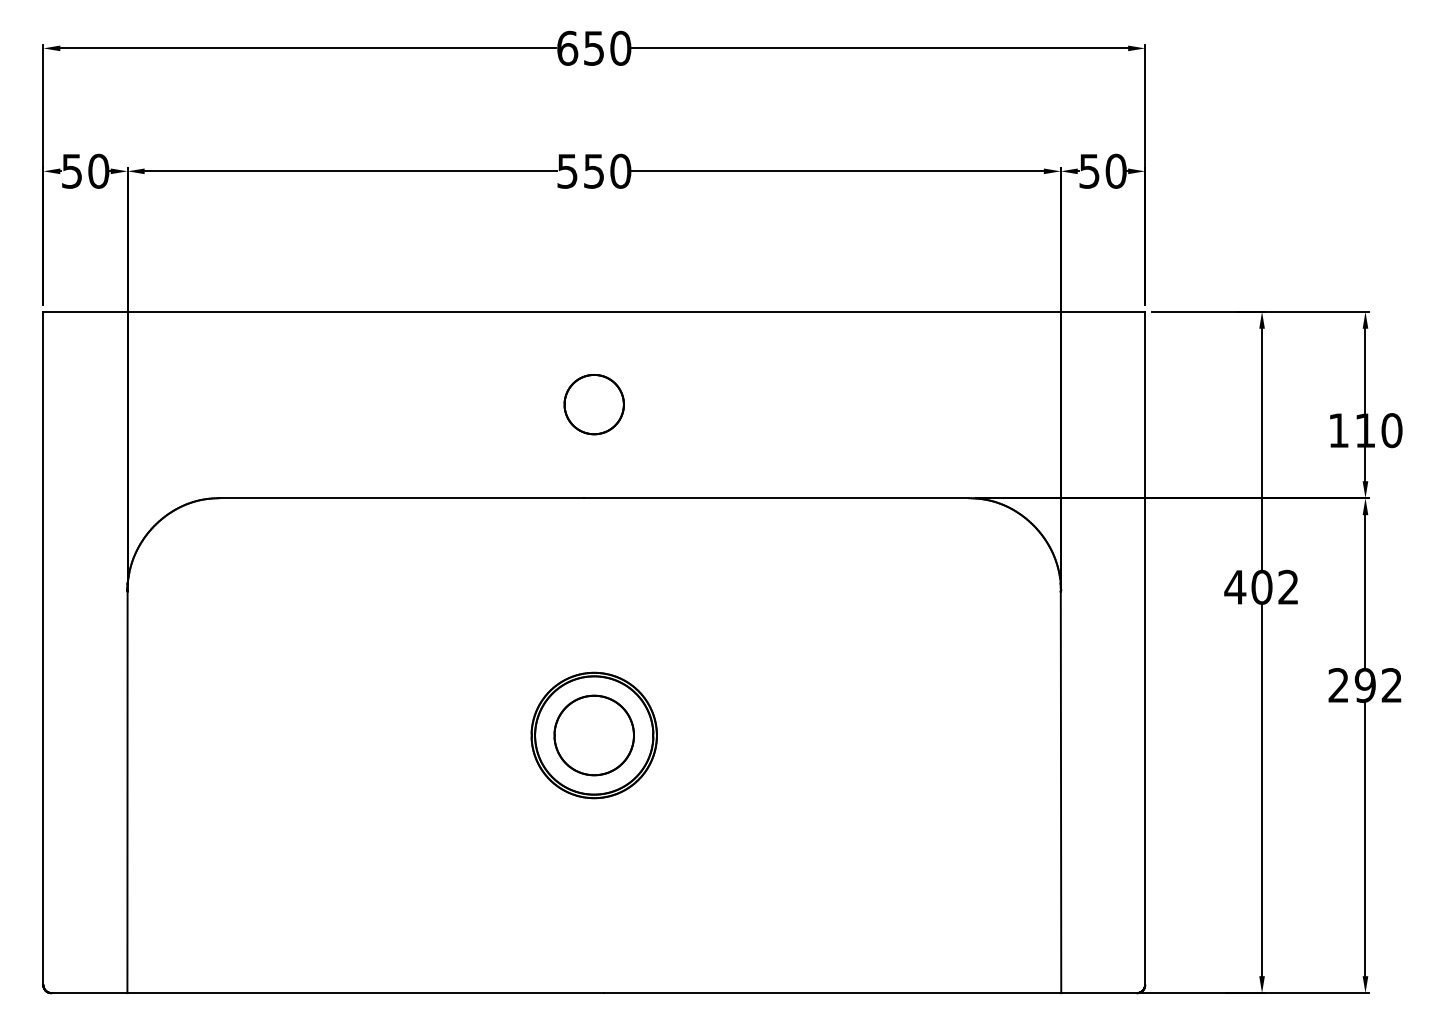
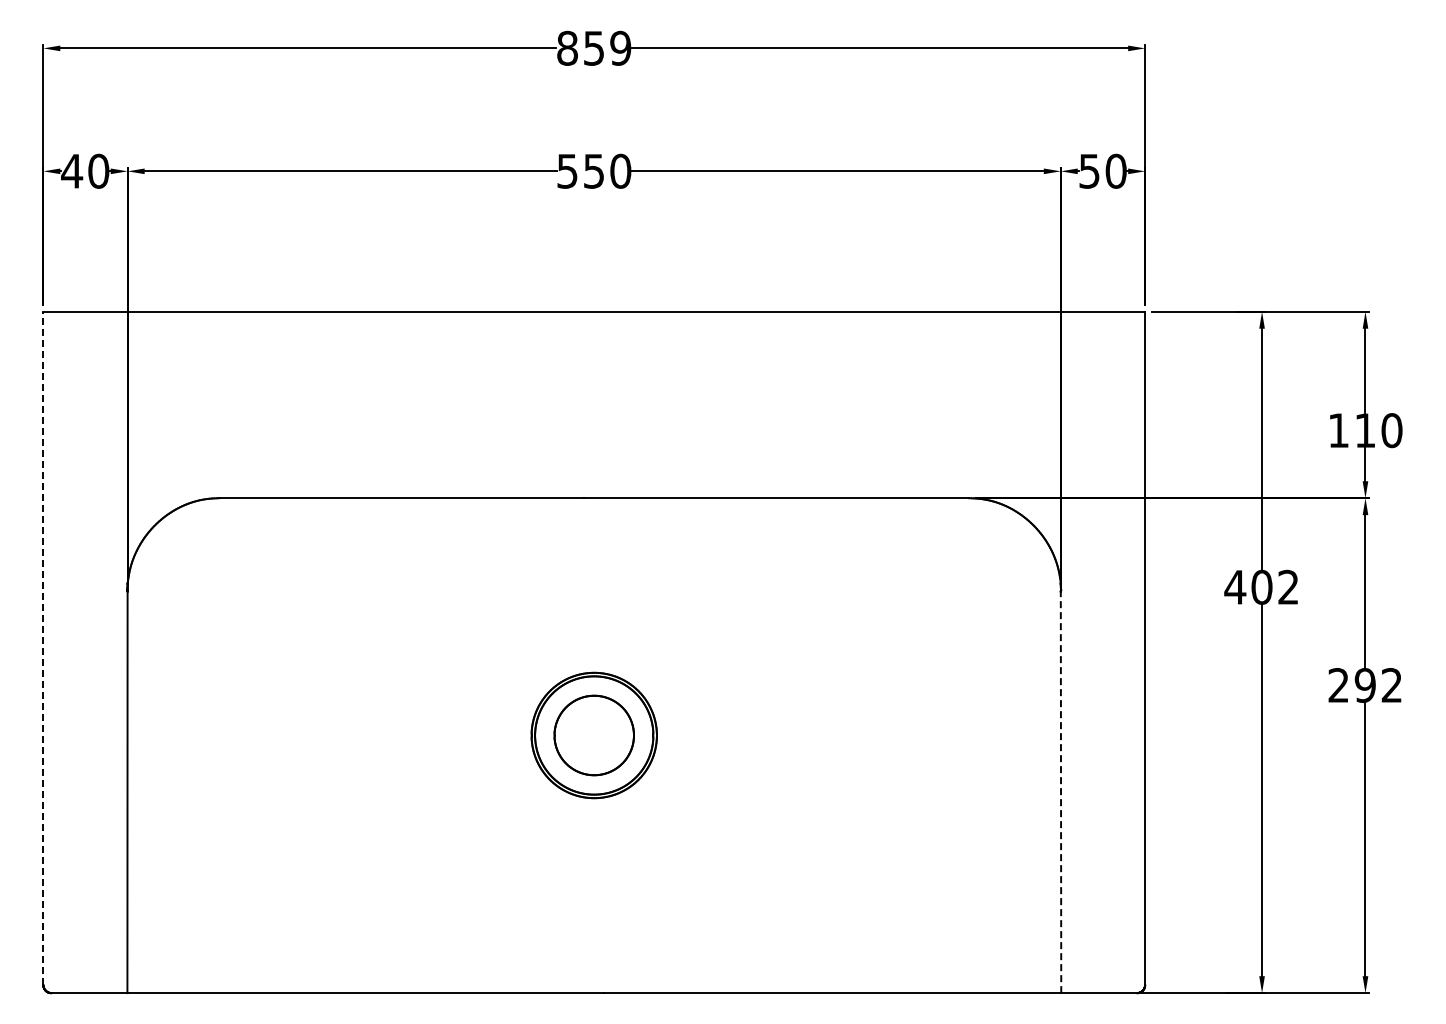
text at (594, 47): 650 -> 859
text at (72, 171): 50 -> 40
part at (593, 404): present -> none
line at (43, 648): solid -> dashed
line at (1061, 788): solid -> dashed
